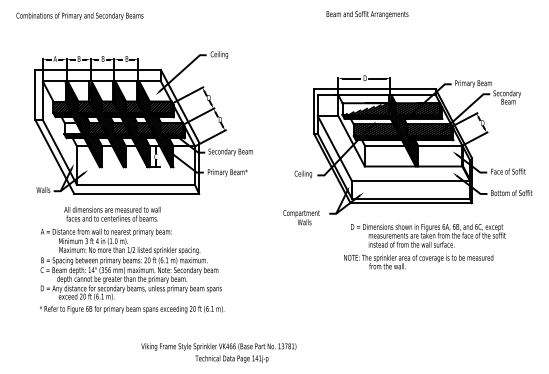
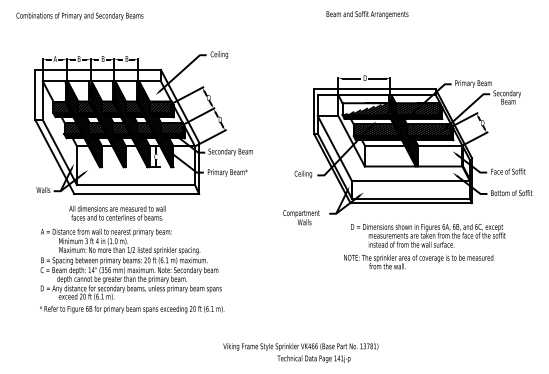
hatch at (73, 128): none -> present
text at (112, 213) position: (112, 213) -> (117, 212)
text at (218, 352) position: (218, 352) -> (300, 352)
